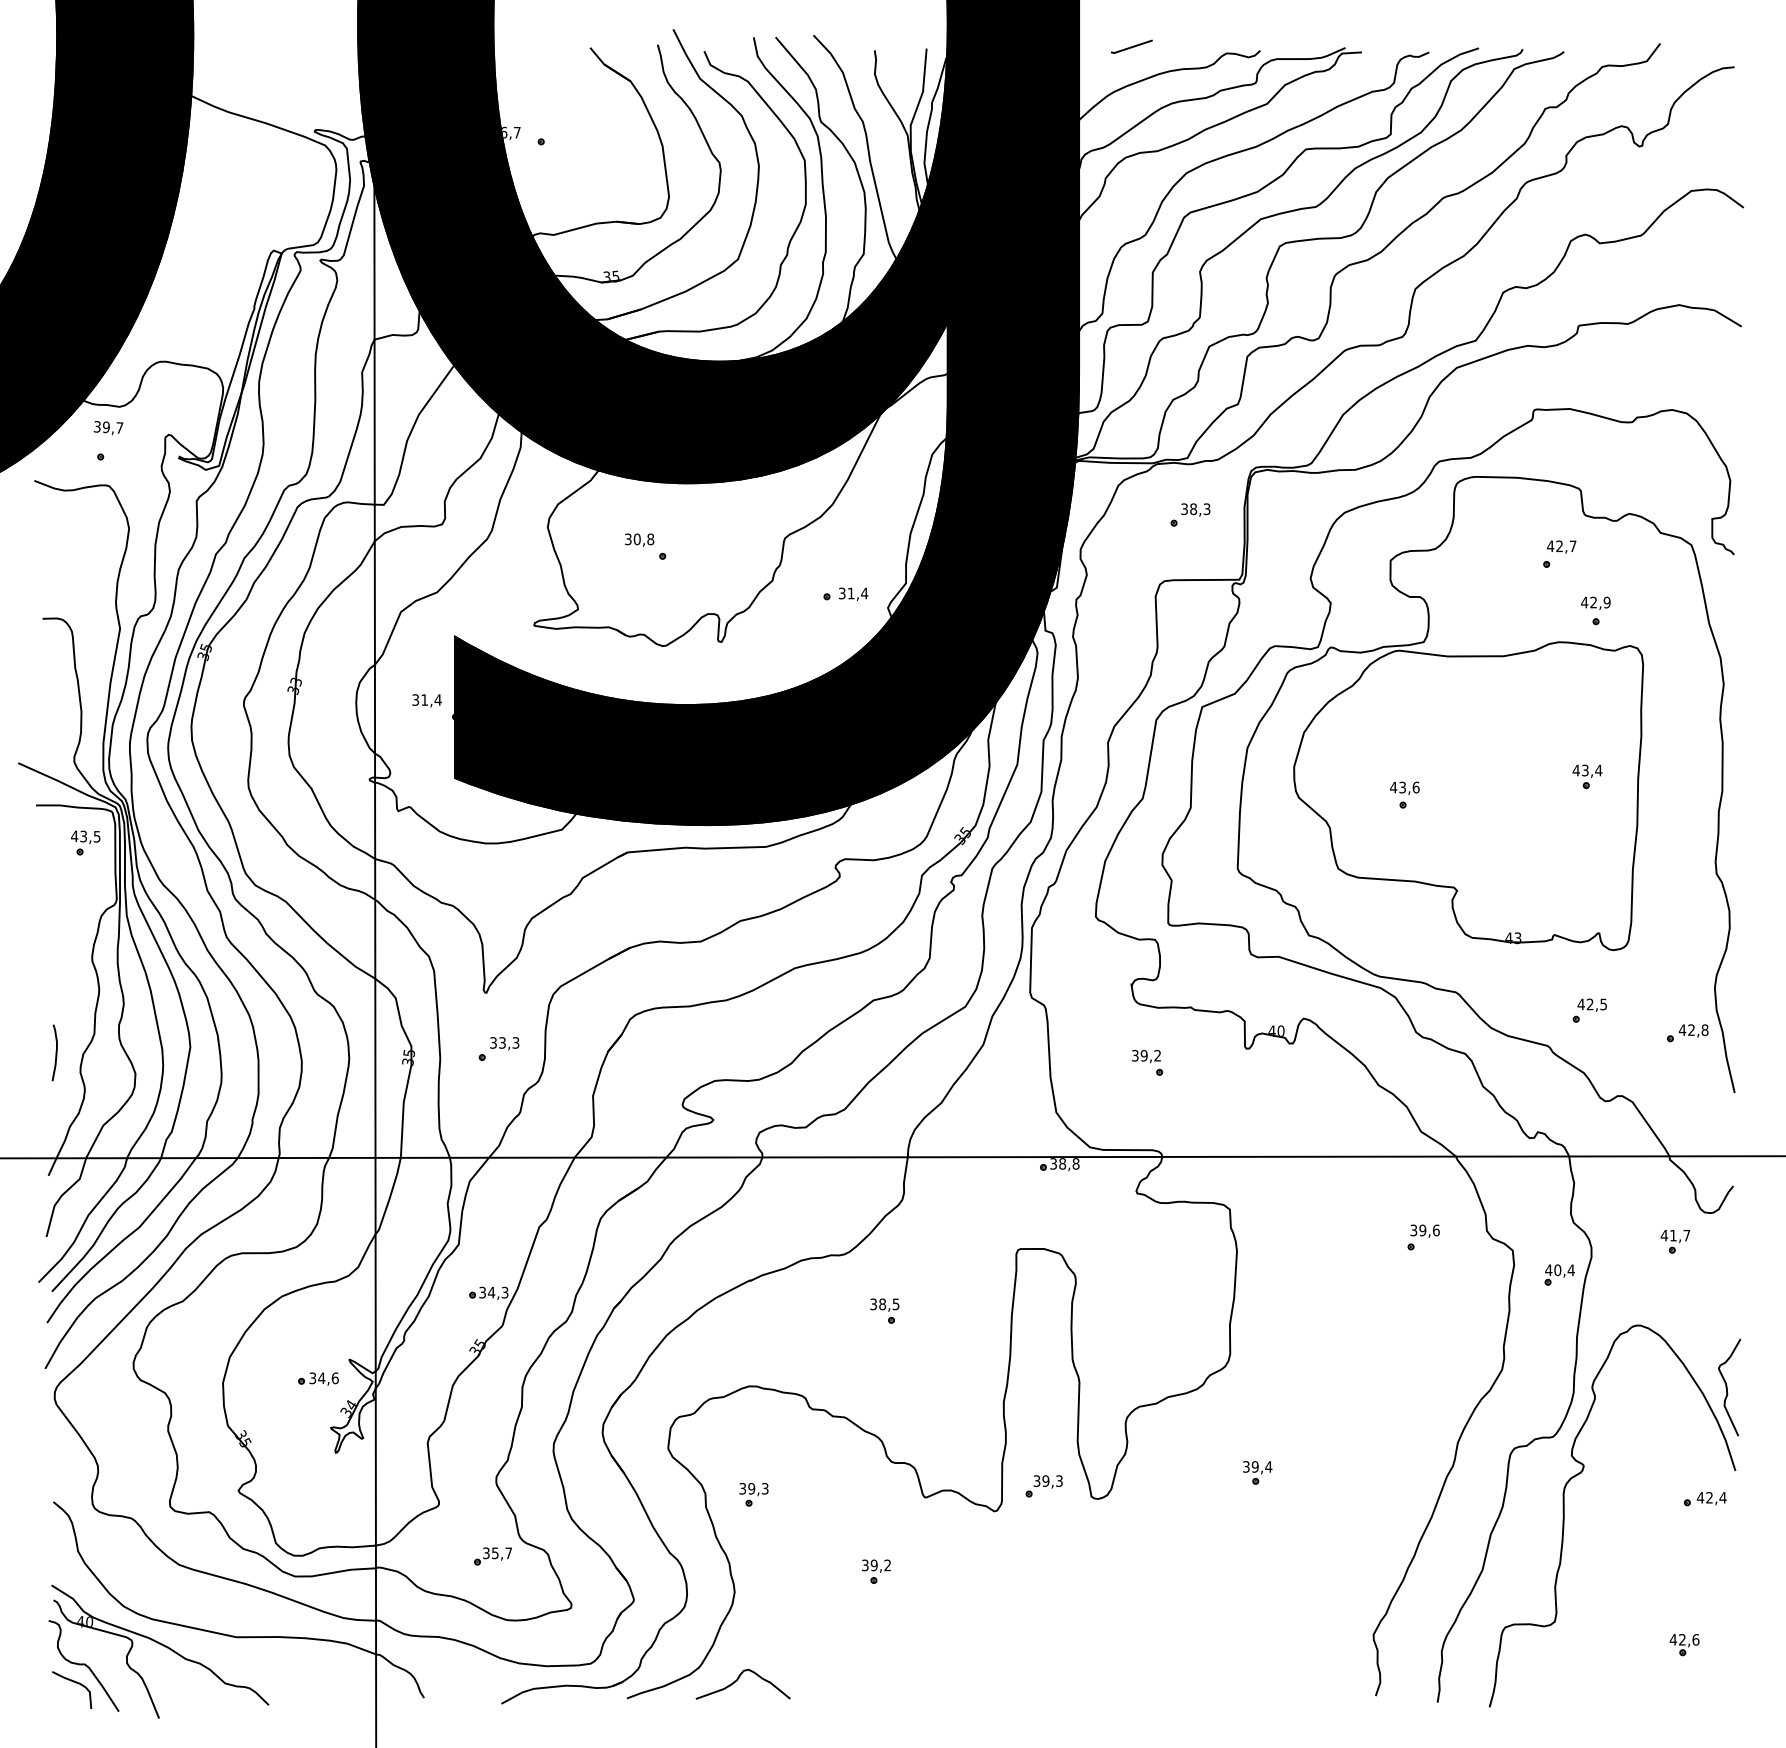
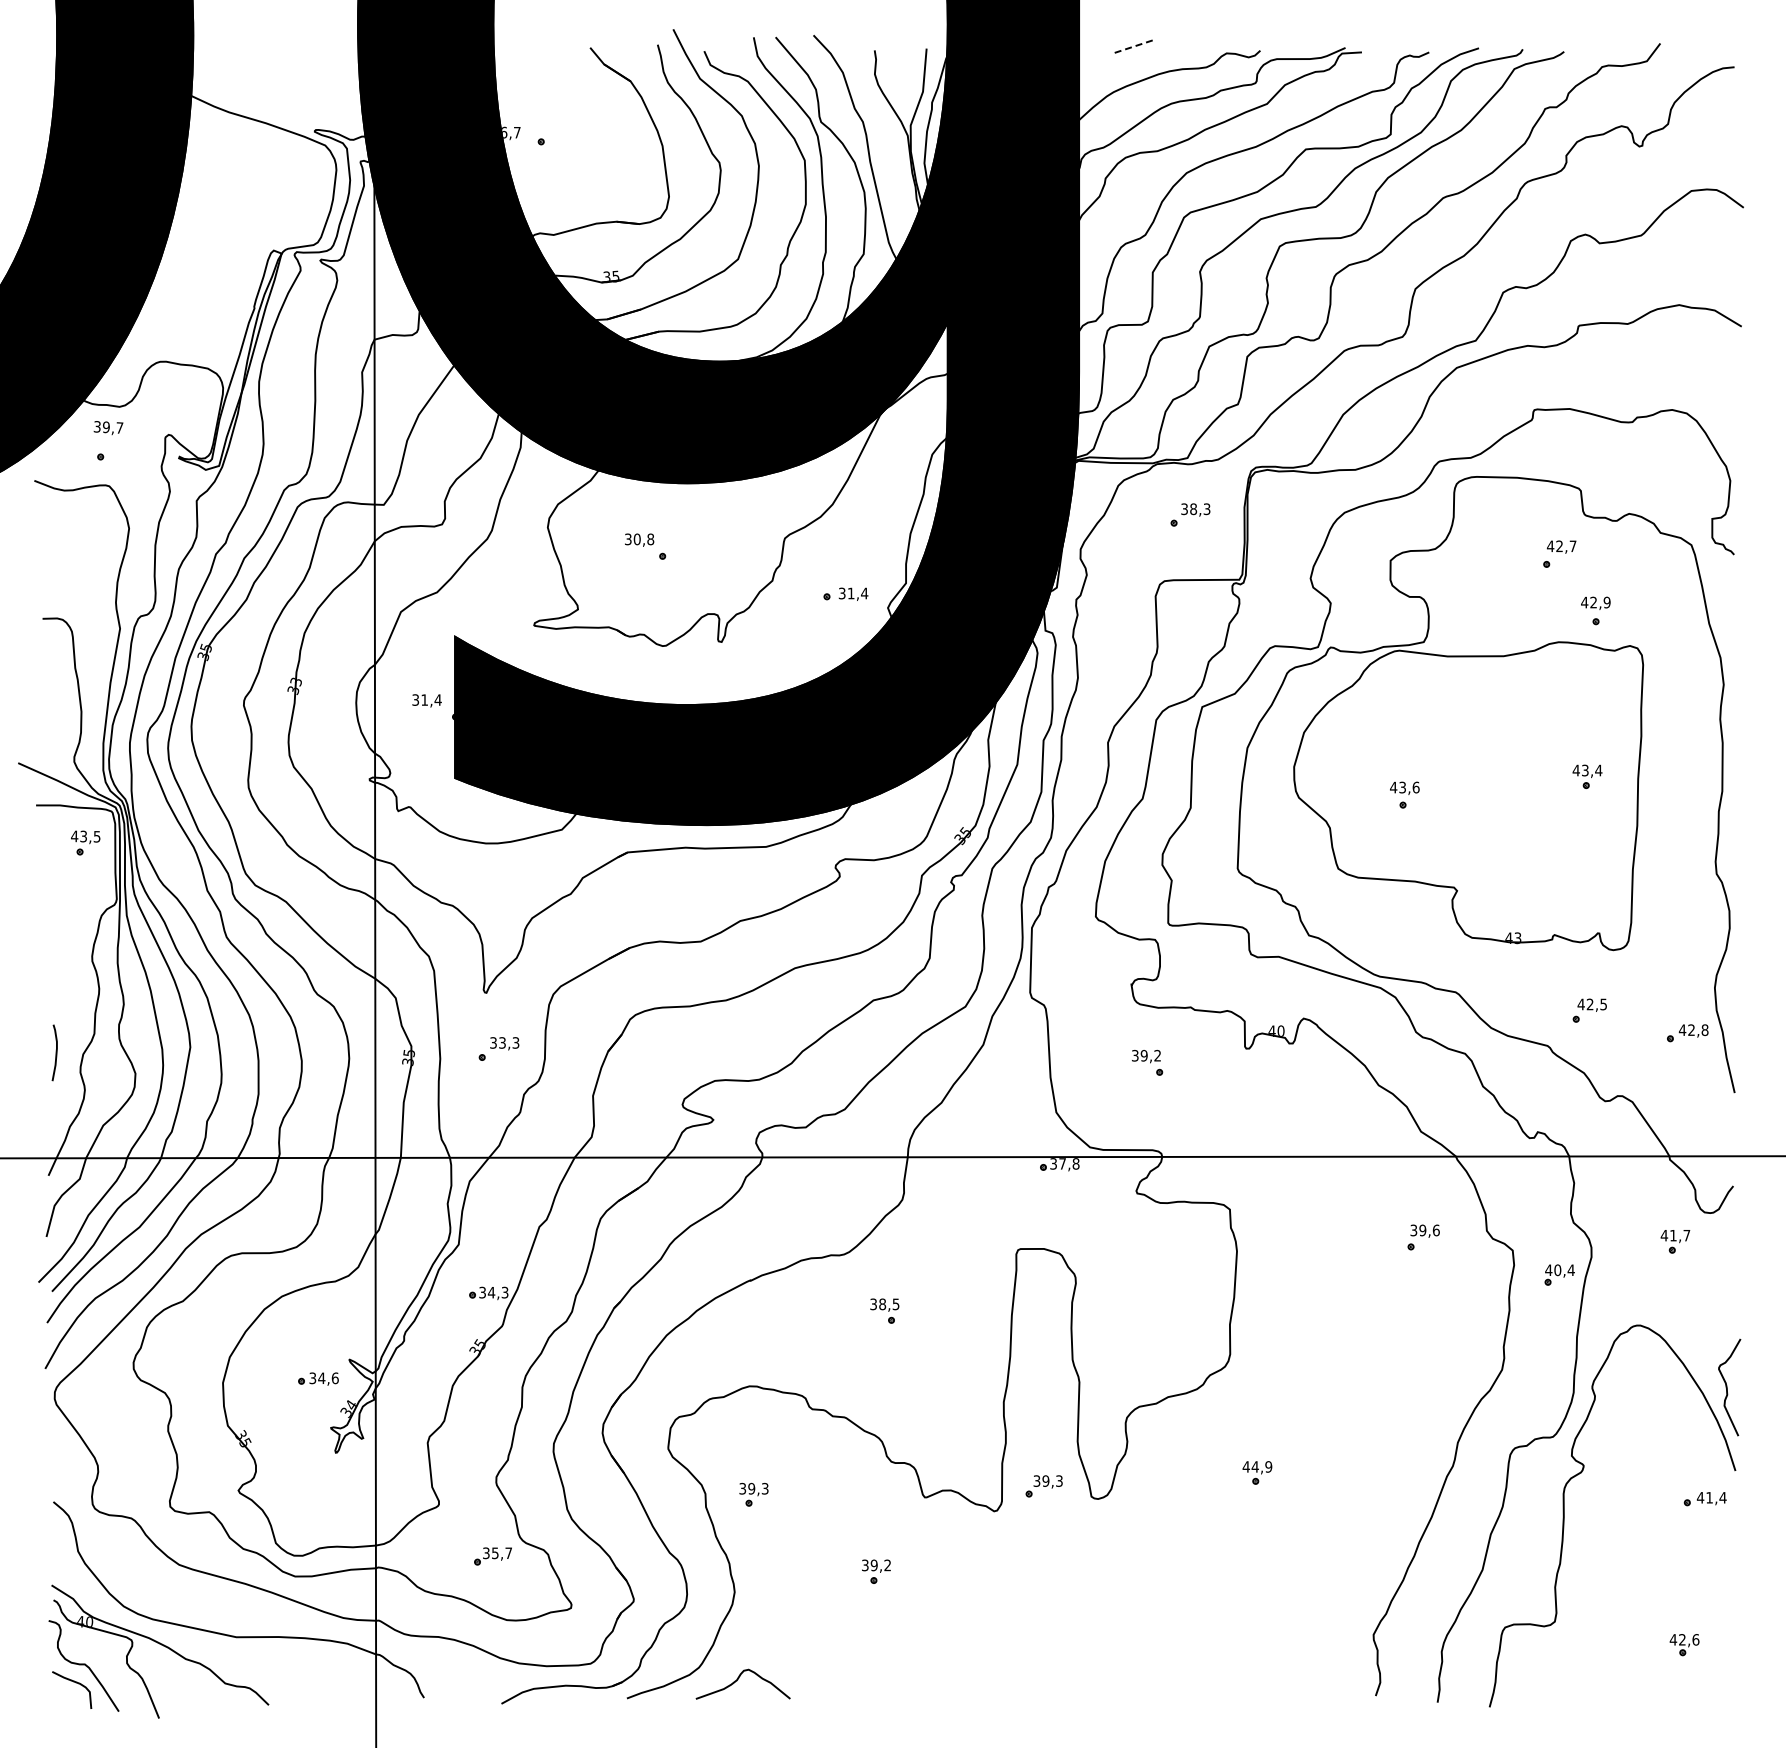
line at (1131, 47): solid -> dashed
text at (1062, 1163): 38,8 -> 37,8
text at (1257, 1466): 39,4 -> 44,9
text at (1709, 1497): 42,4 -> 41,4
